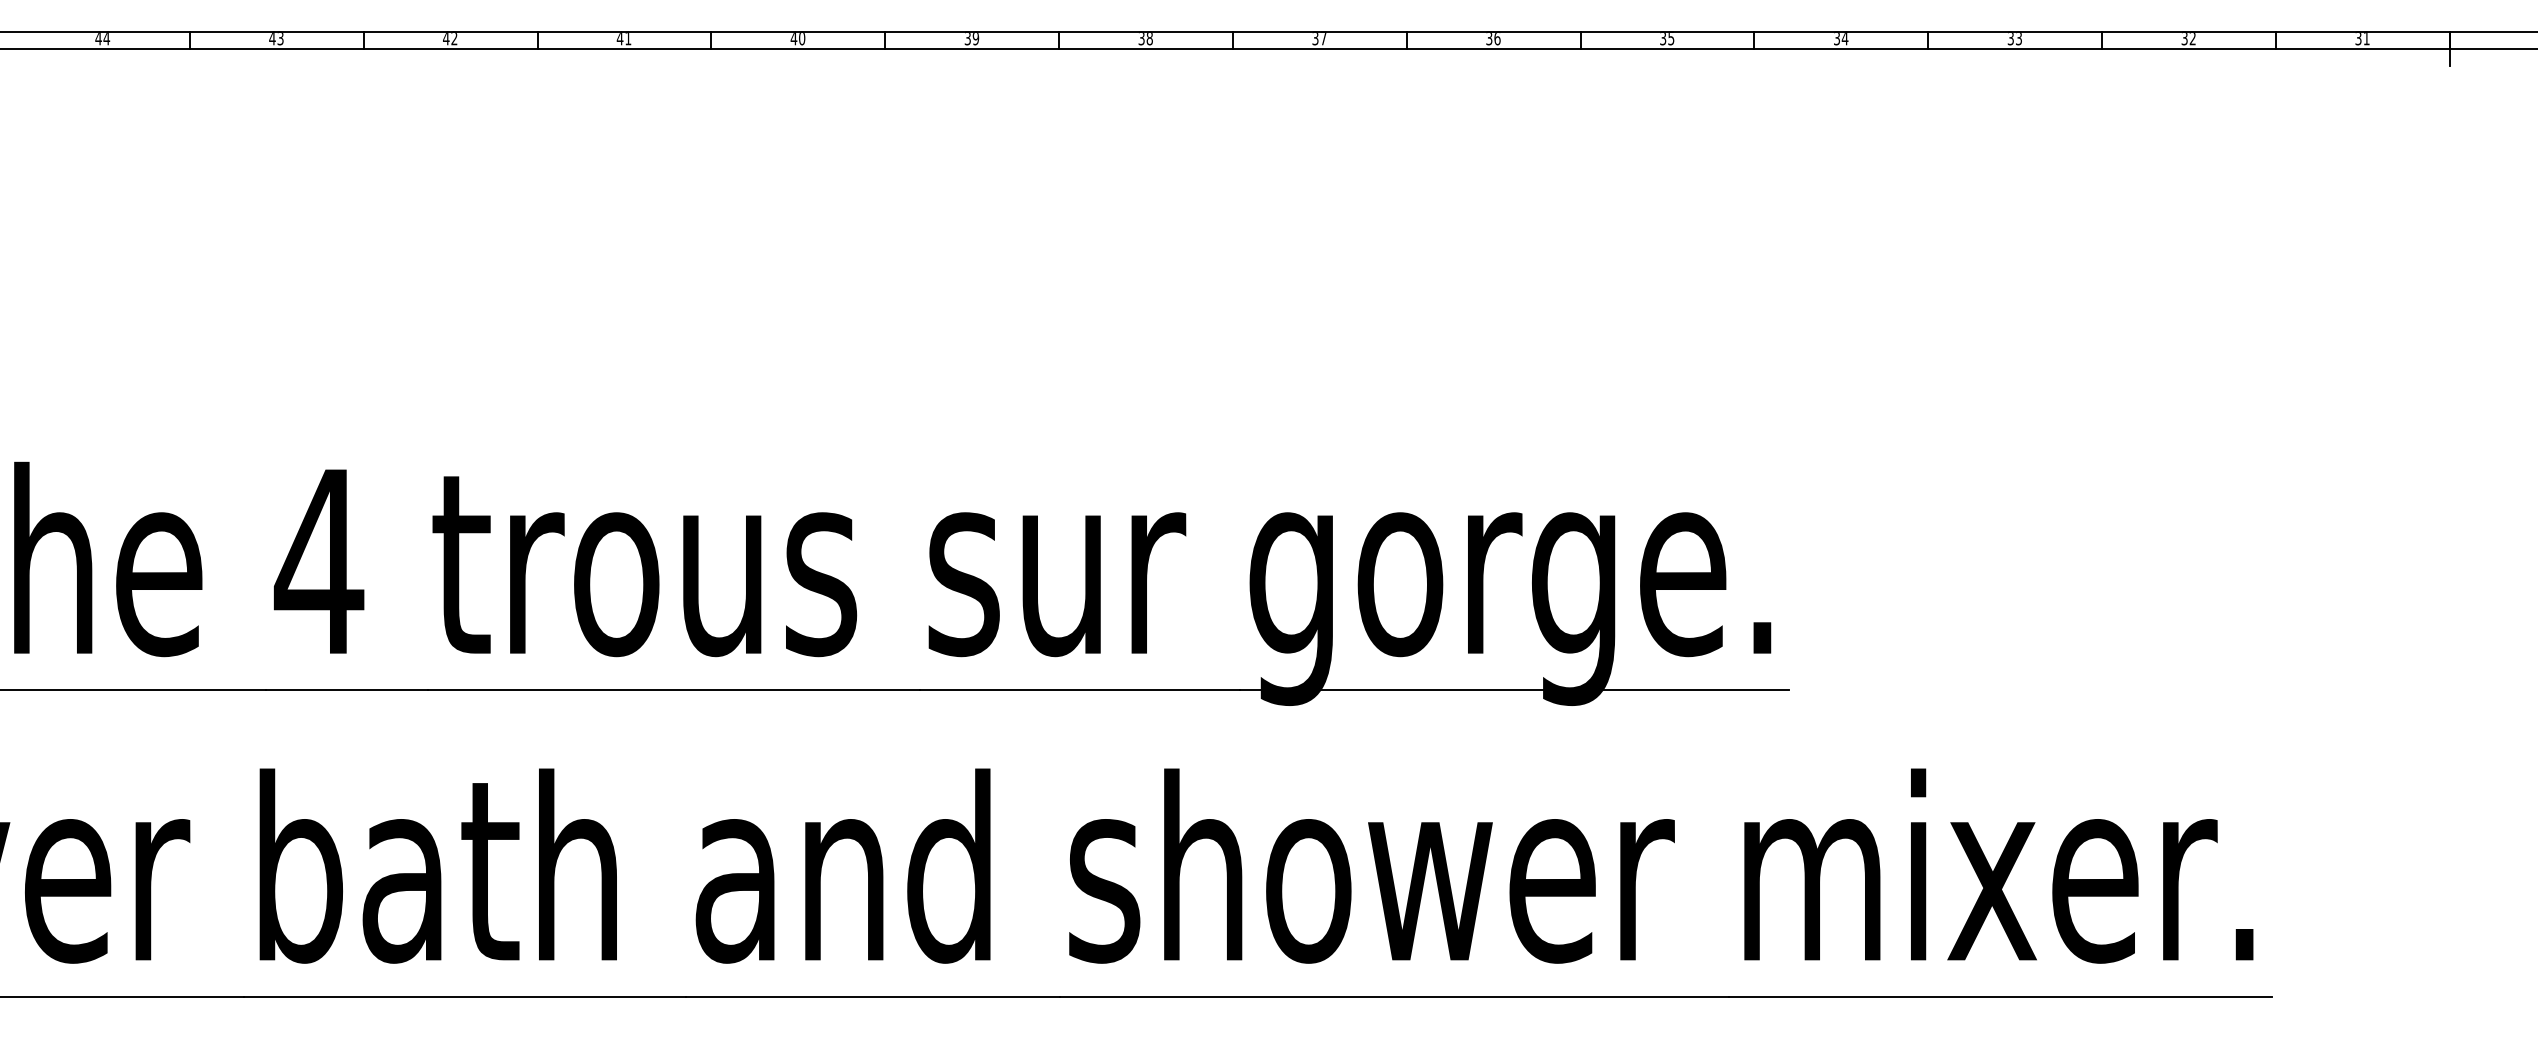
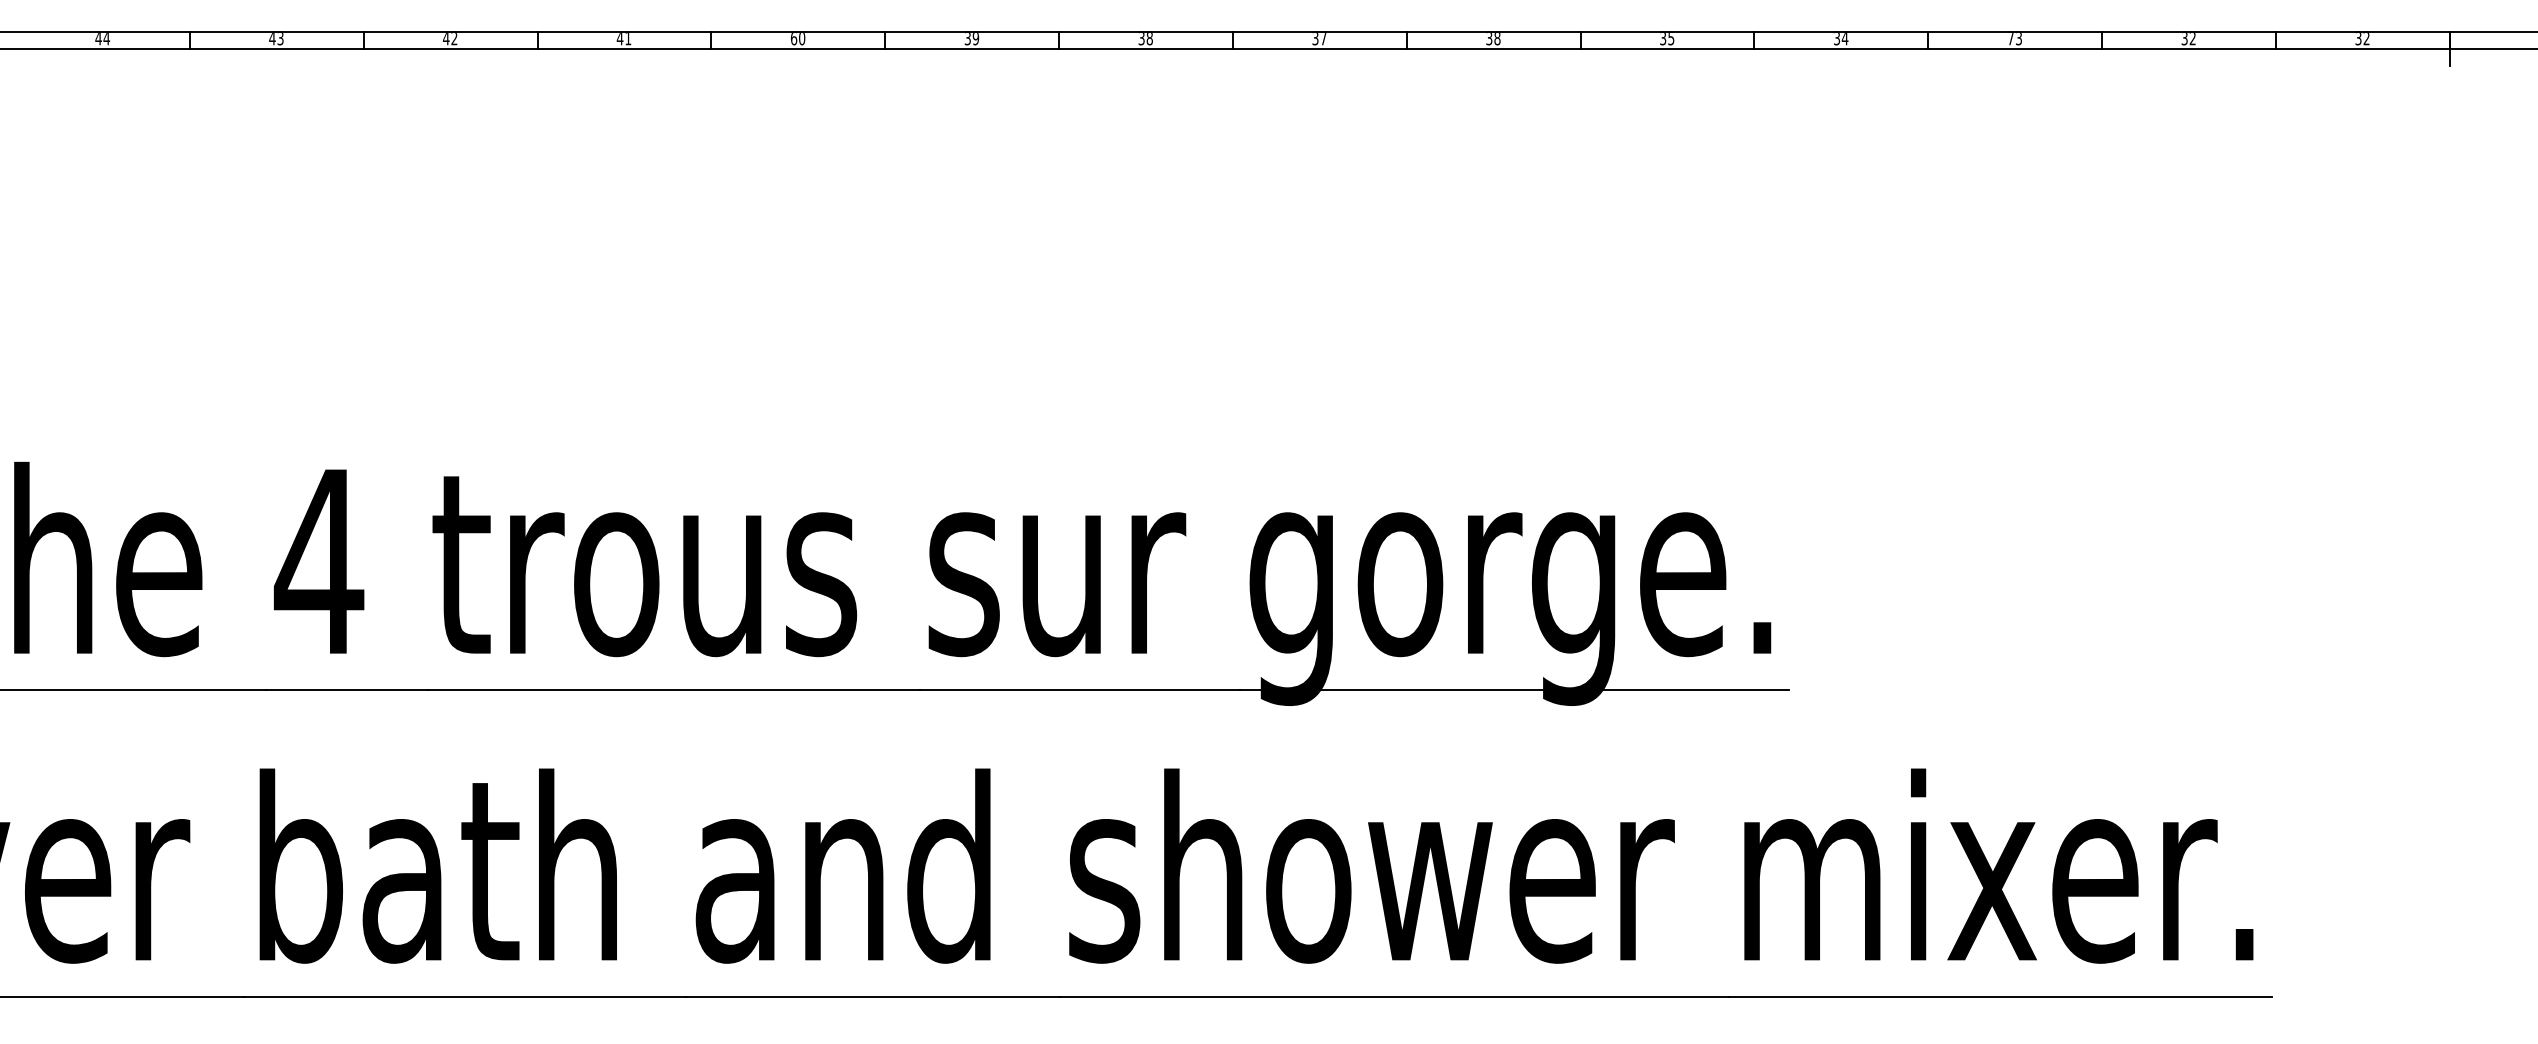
text at (793, 39): 40 -> 60
text at (1497, 39): 36 -> 38
text at (2010, 39): 33 -> 73
text at (2366, 39): 31 -> 32
